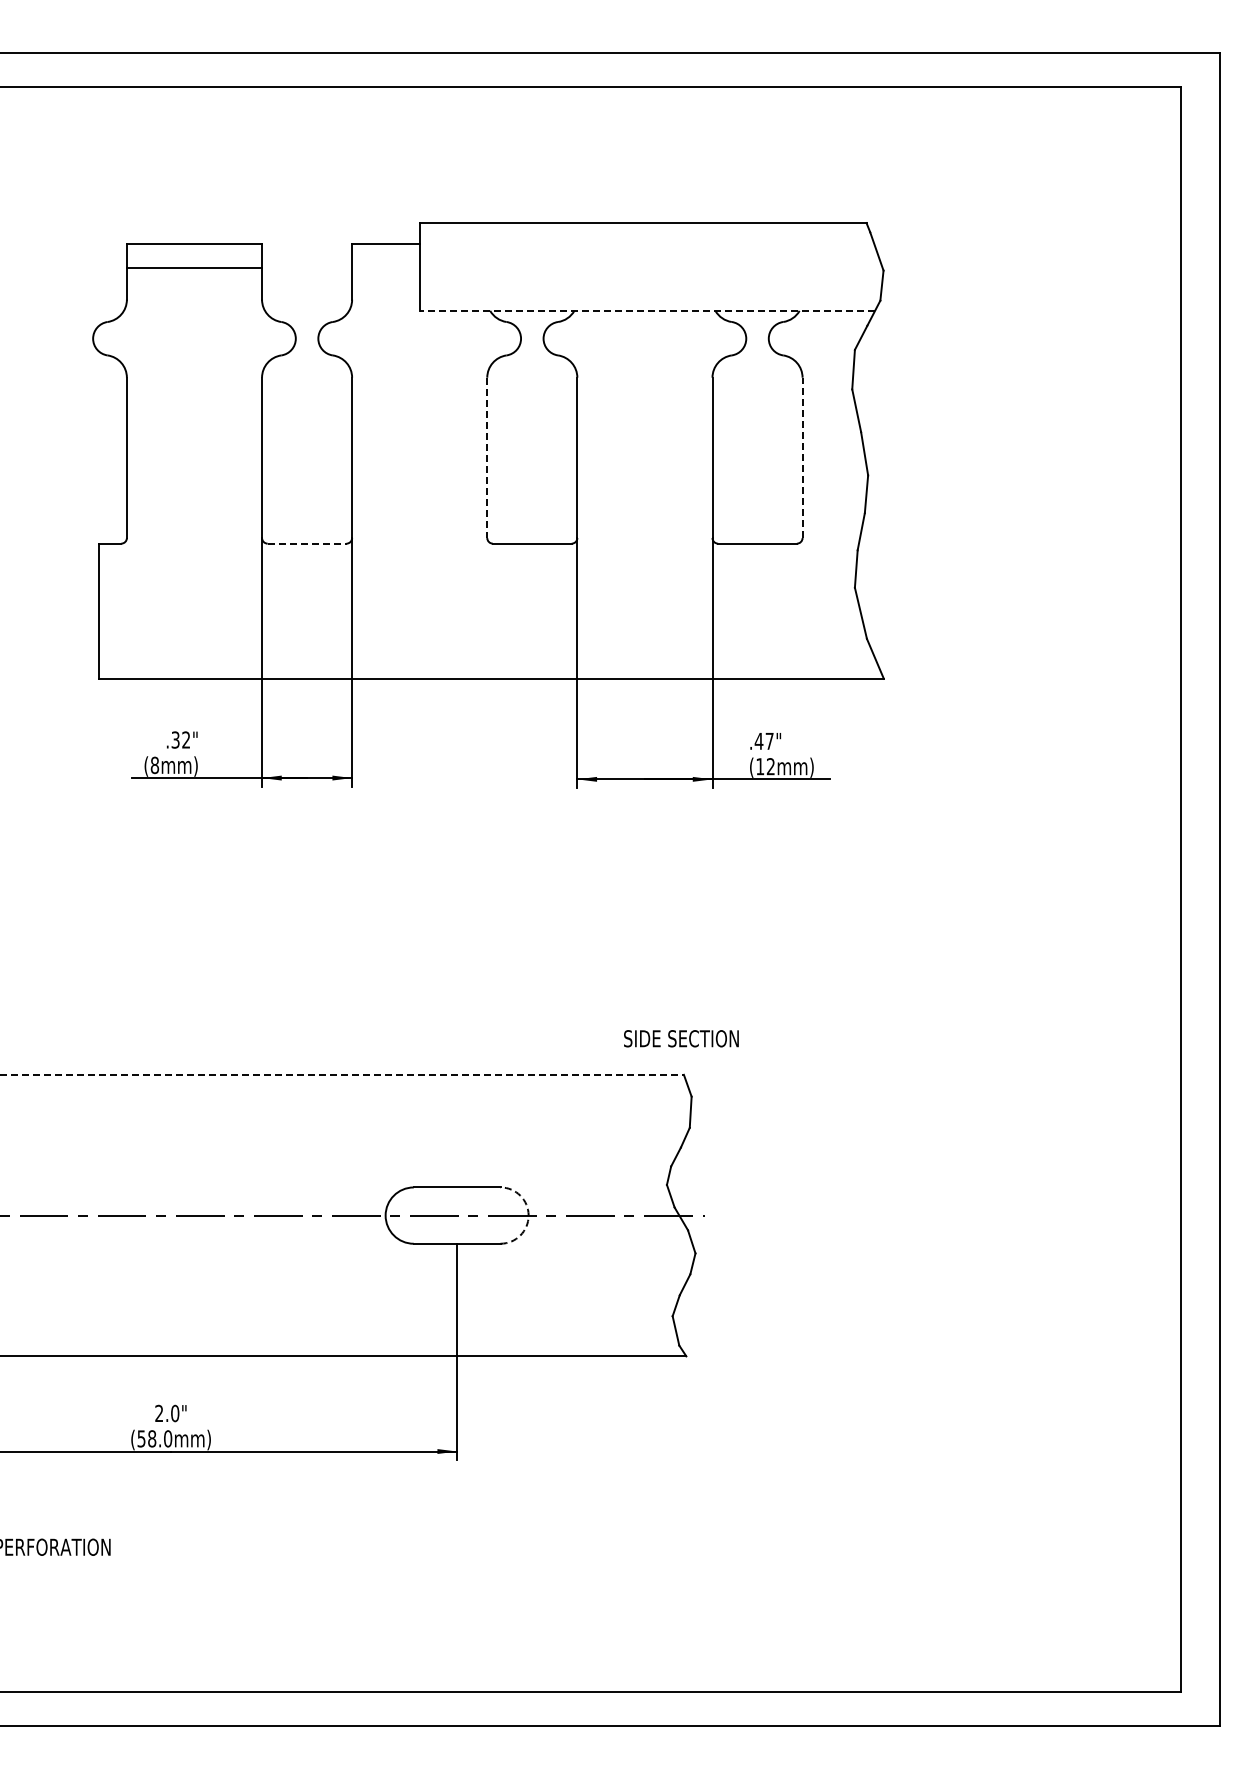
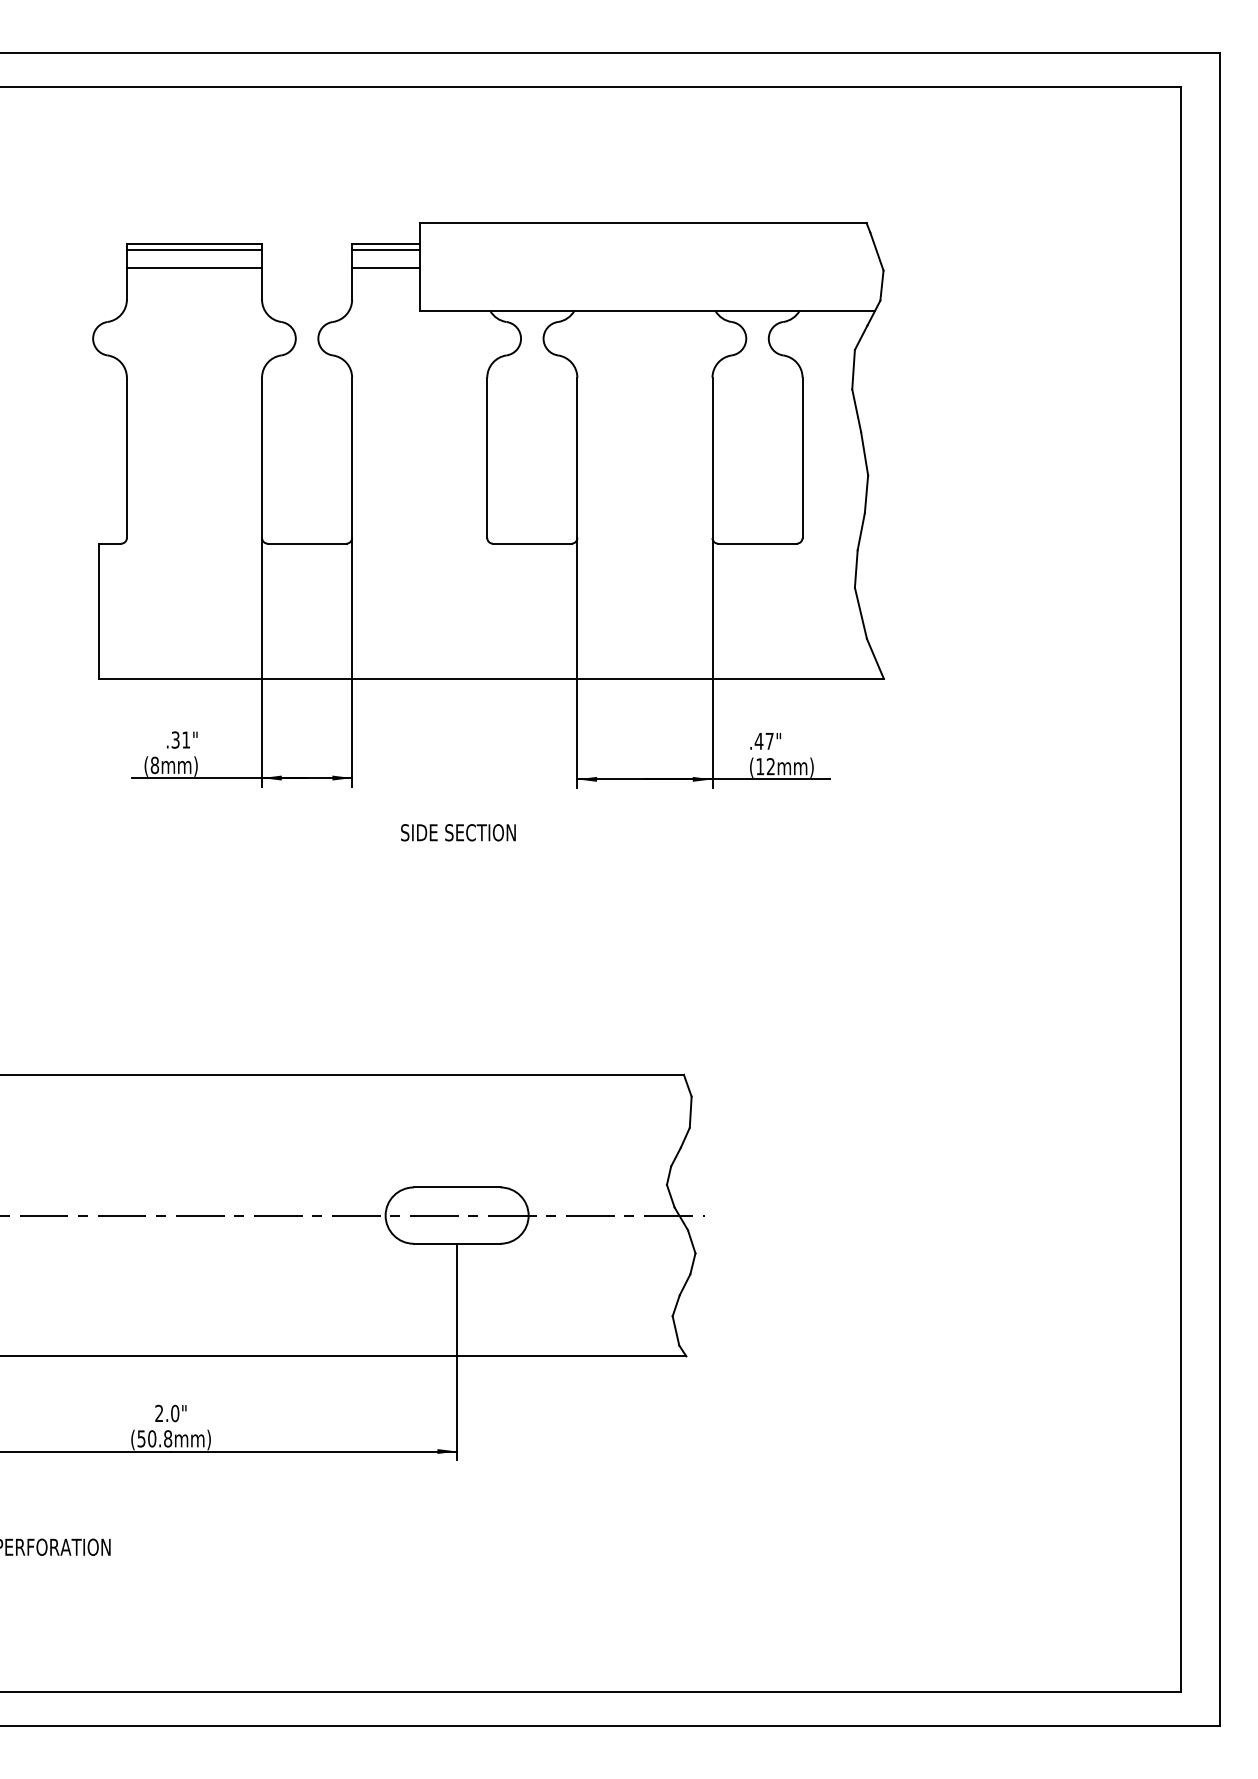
line at (194, 250): none -> present
line at (385, 250): none -> present
line at (385, 267): none -> present
line at (647, 310): dashed -> solid
line at (802, 457): dashed -> solid
line at (487, 458): dashed -> solid
line at (307, 543): dashed -> solid
text at (185, 739): .32" -> .31"
text at (681, 1038) position: (681, 1038) -> (458, 832)
line at (342, 1074): dashed -> solid
arc at (528, 1215): dashed -> solid
text at (160, 1438): (58.0mm) -> (50.8mm)
